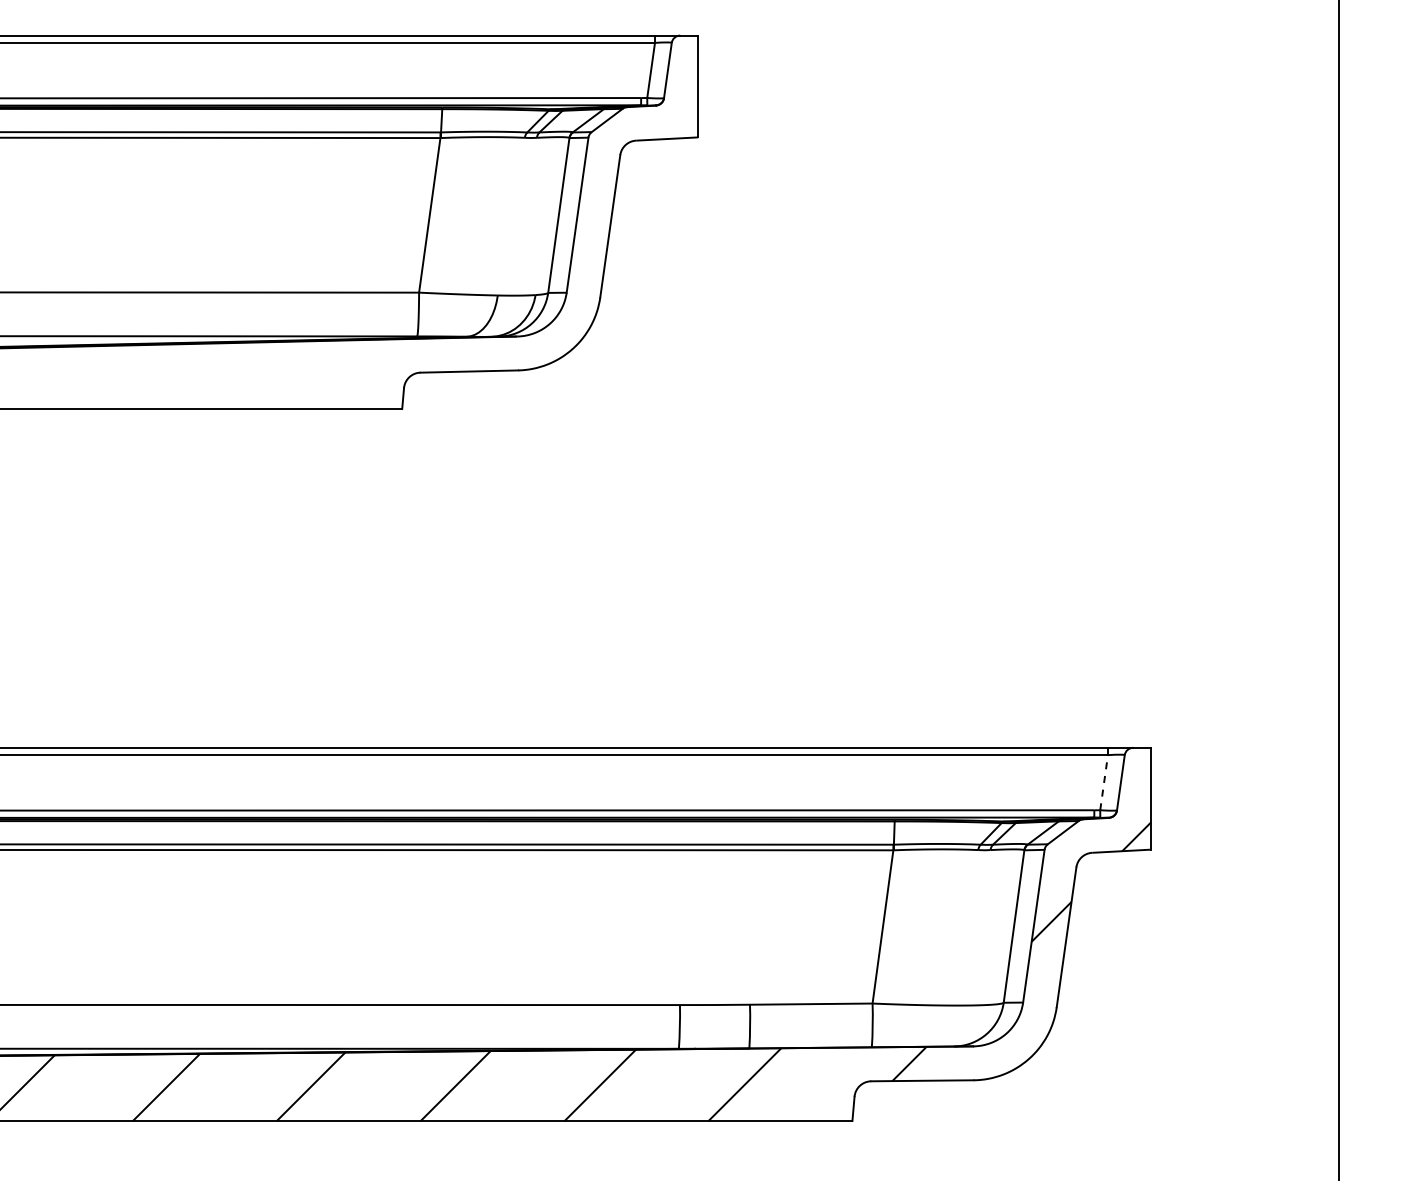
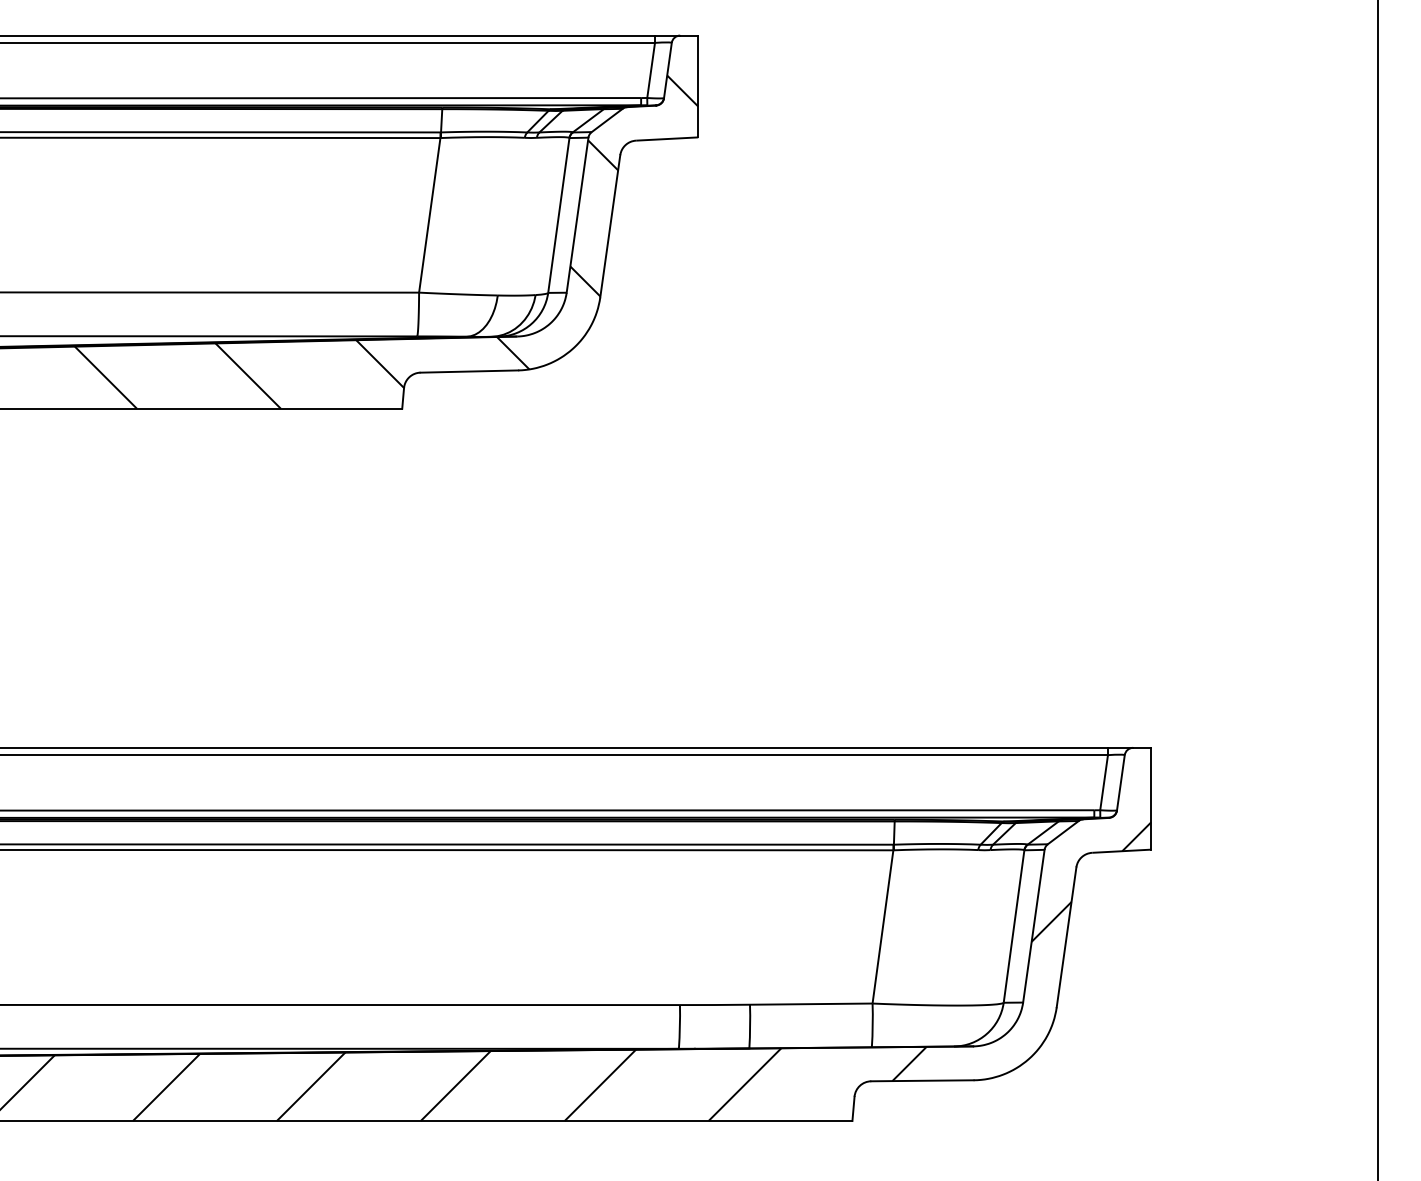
hatch at (386, 241): none -> present
line at (1339, 589) position: (1339, 589) -> (1378, 589)
line at (1104, 782): dashed -> solid
